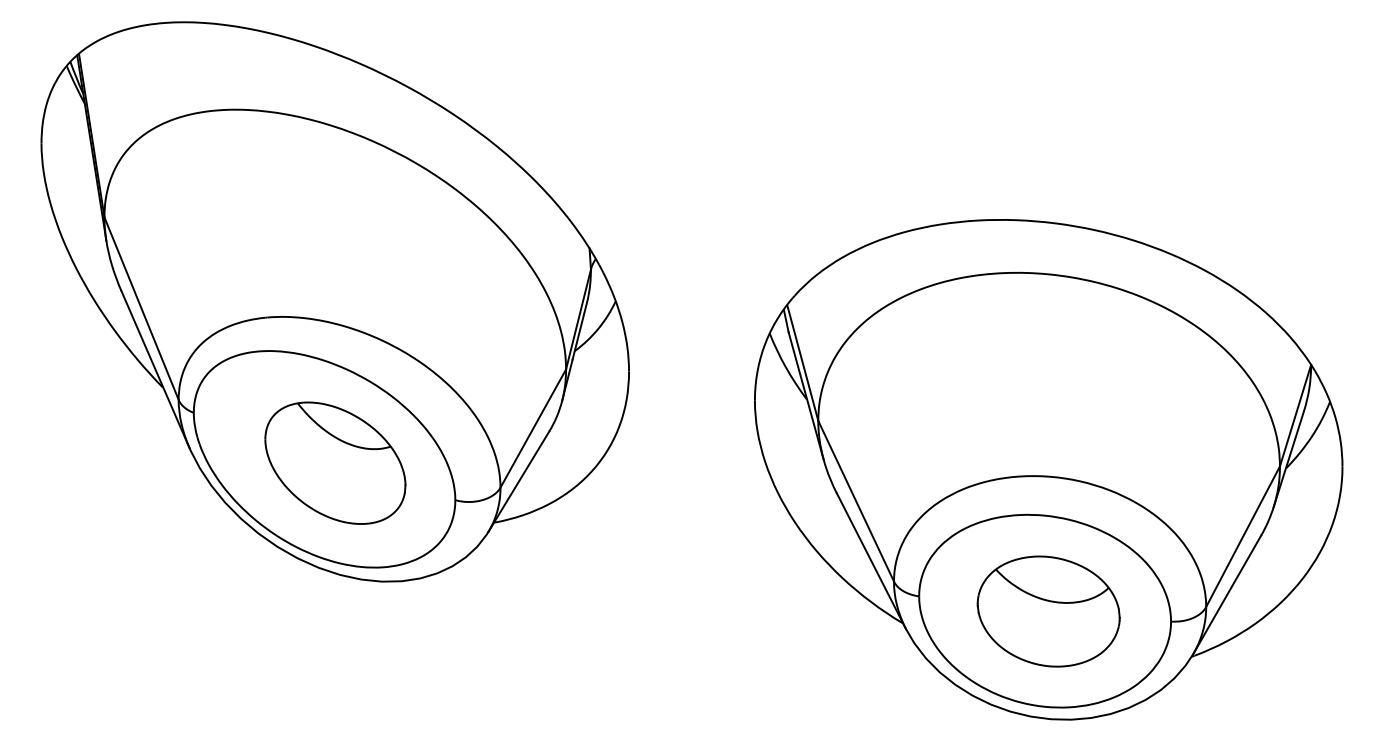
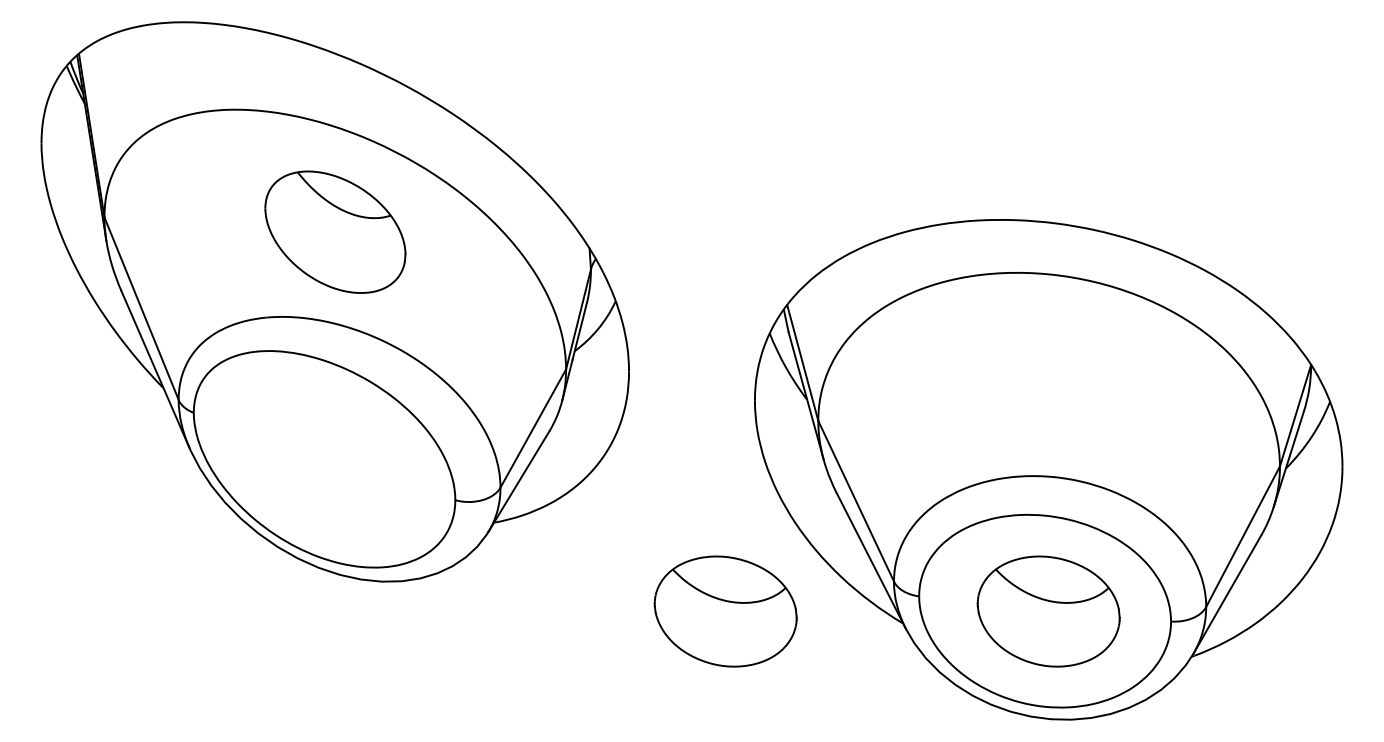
part at (335, 462) position: (335, 462) -> (335, 231)
part at (725, 611): none -> present
